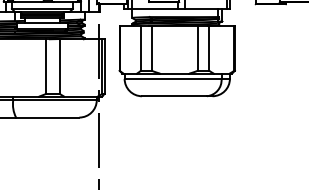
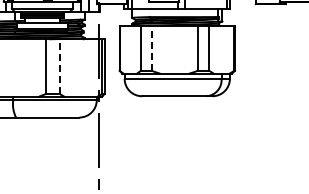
line at (151, 48): solid -> dashed
line at (59, 66): solid -> dashed
